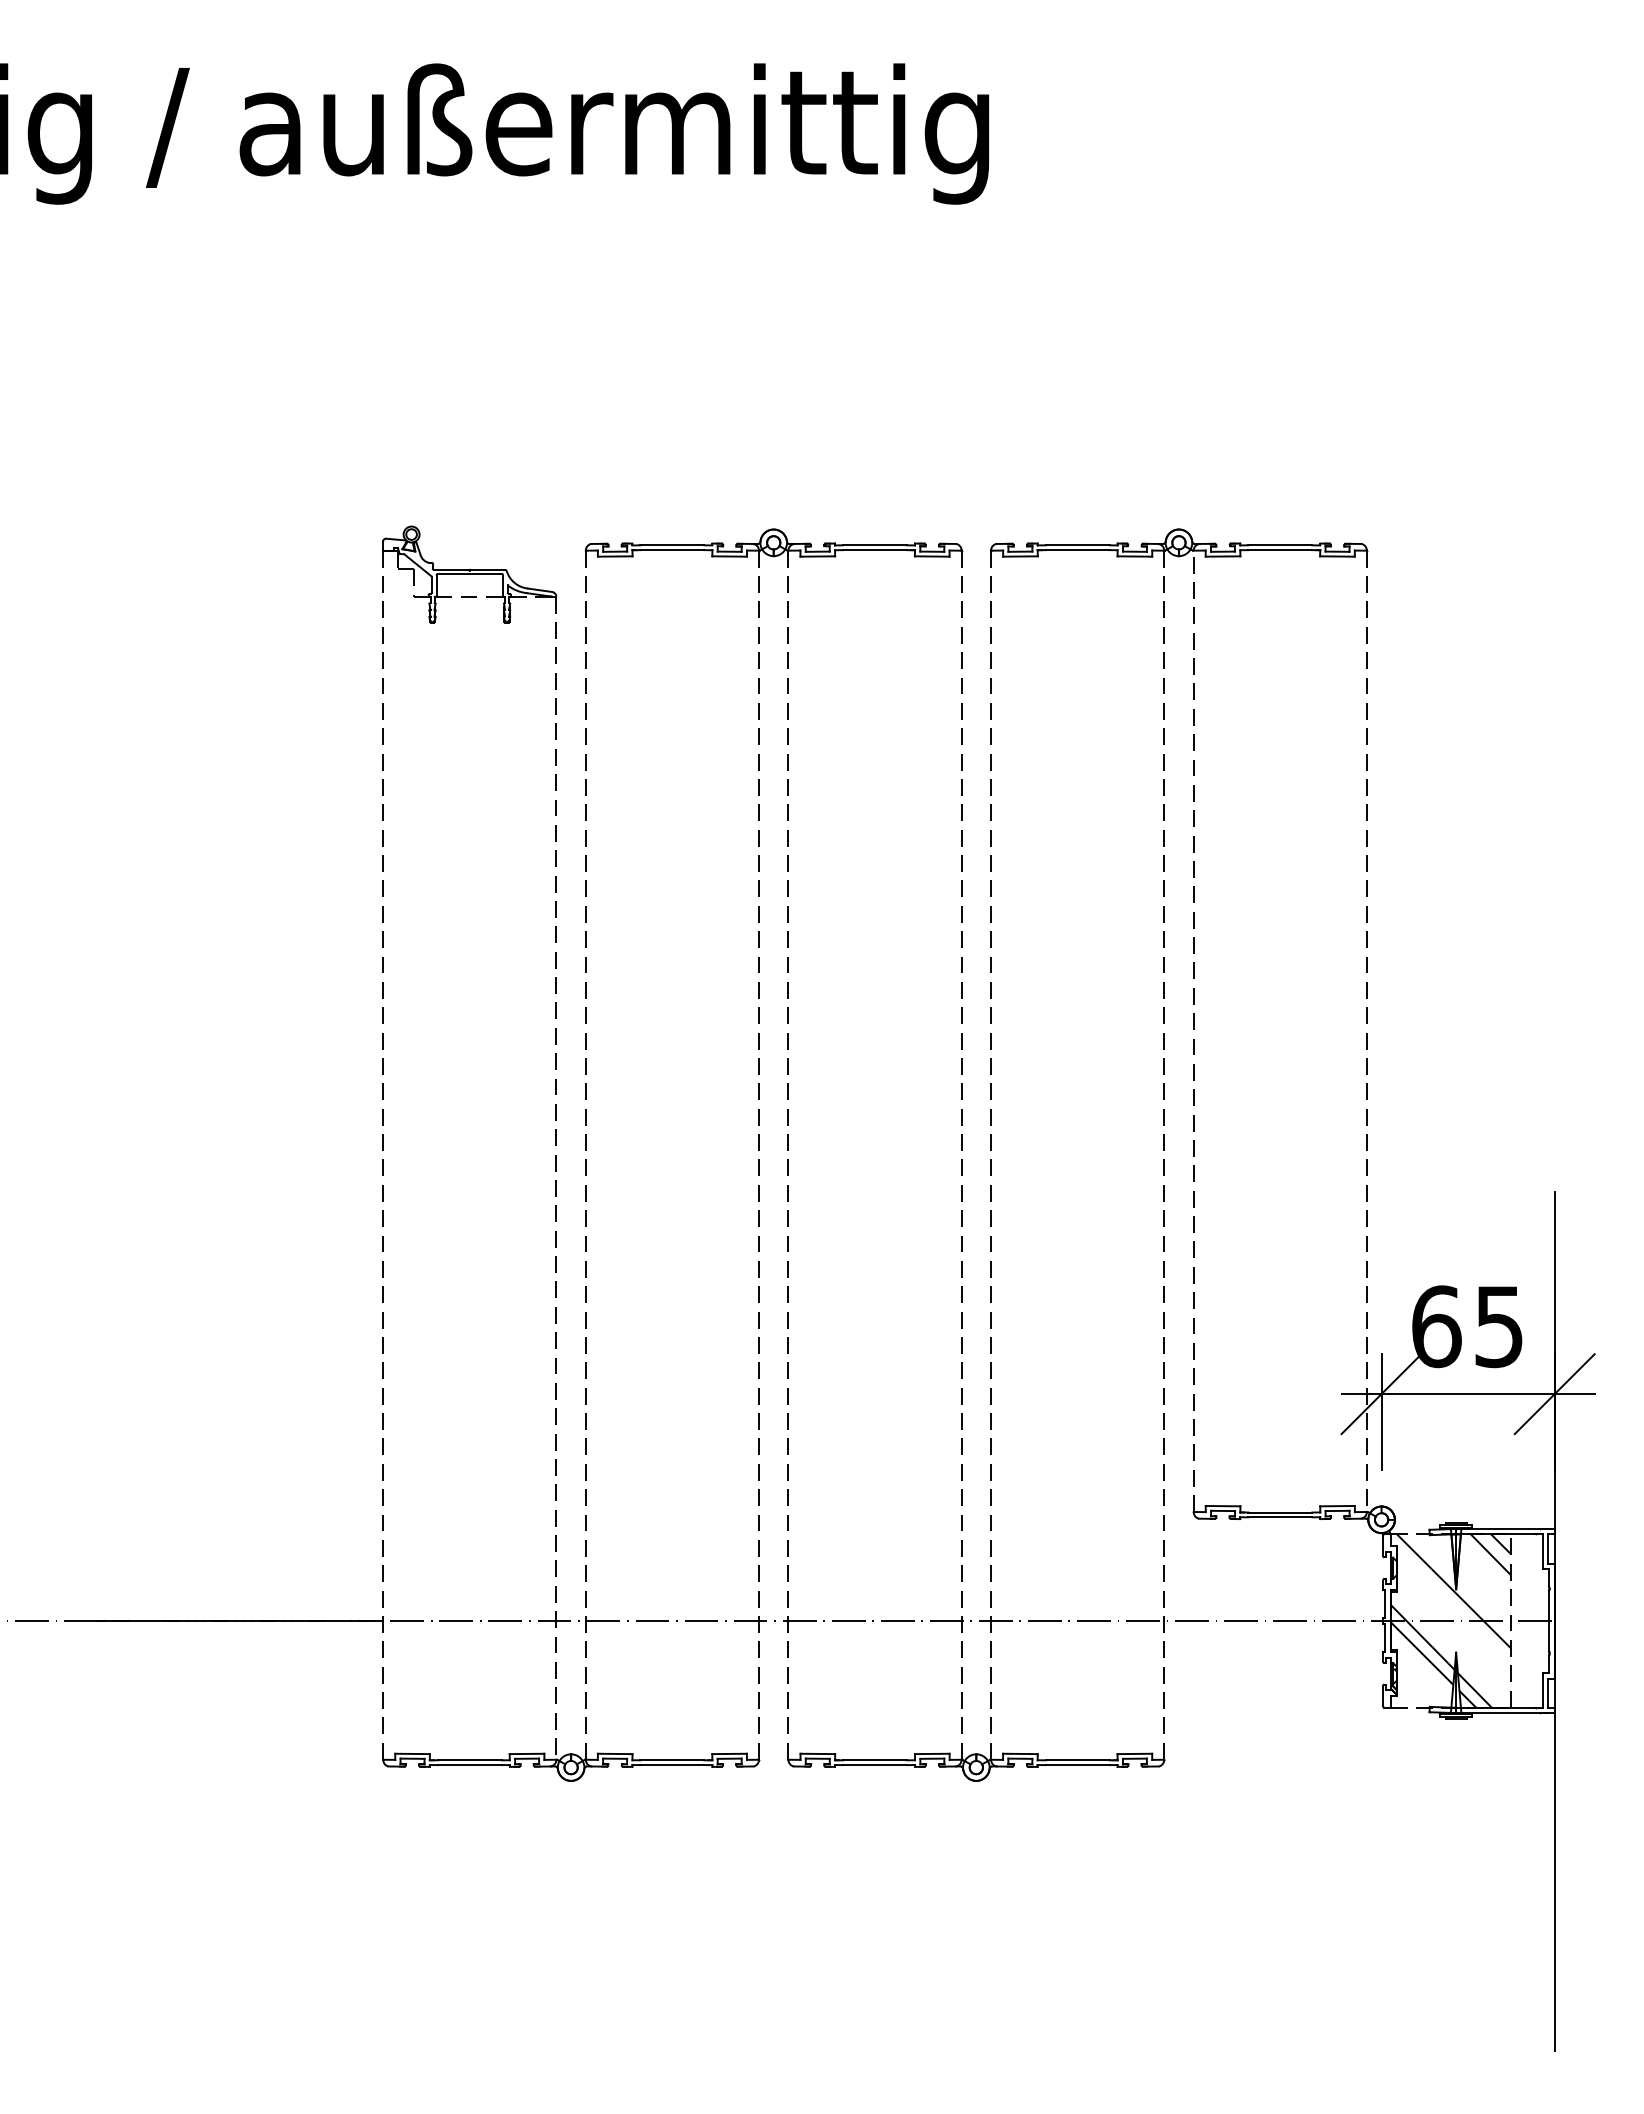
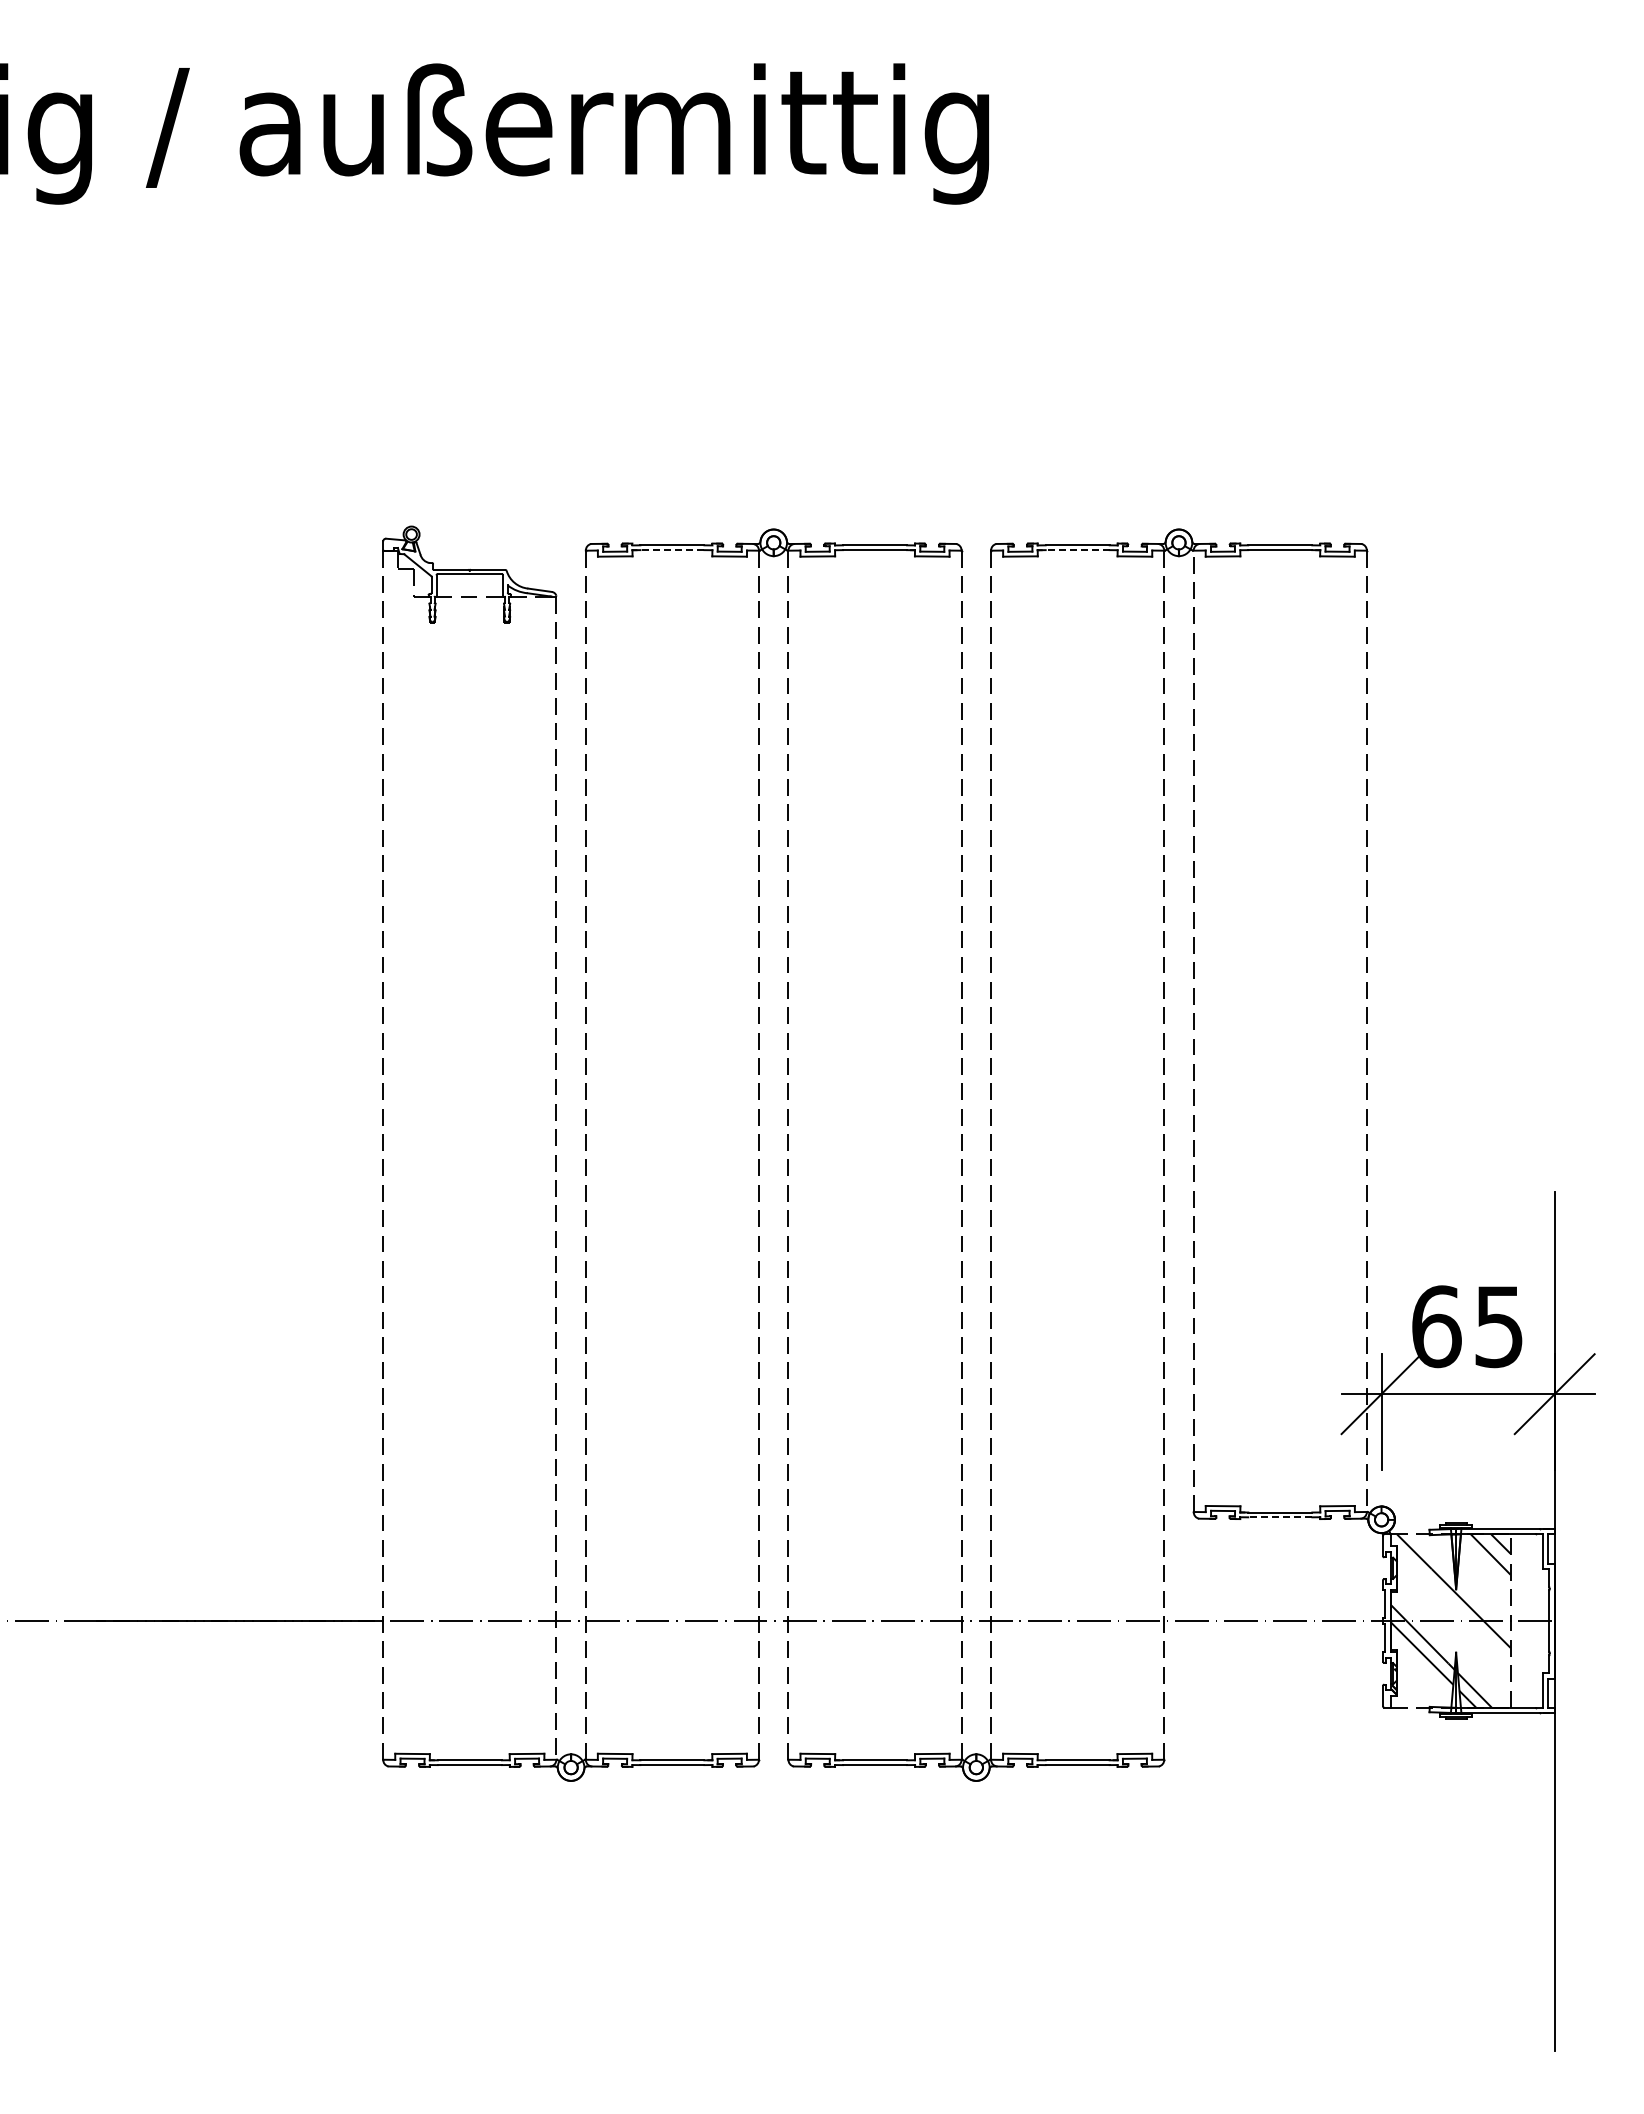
line at (672, 550): solid -> dashed
line at (1077, 550): solid -> dashed
line at (1280, 1517): solid -> dashed
